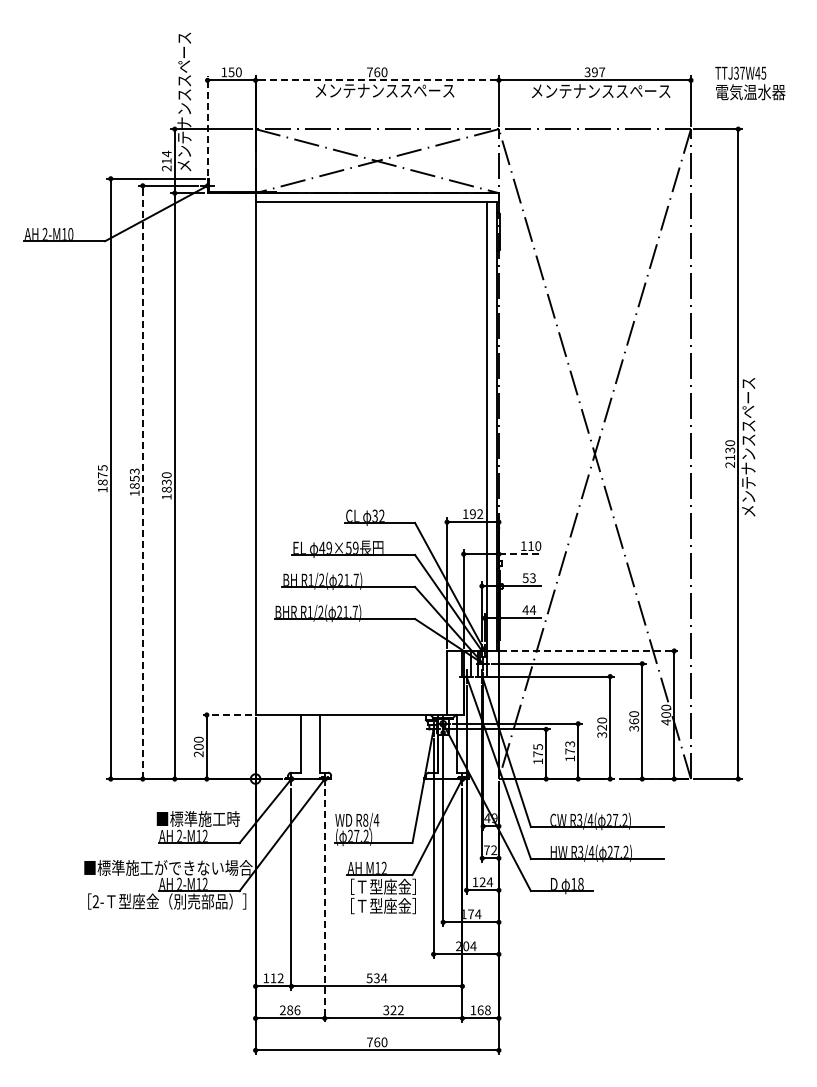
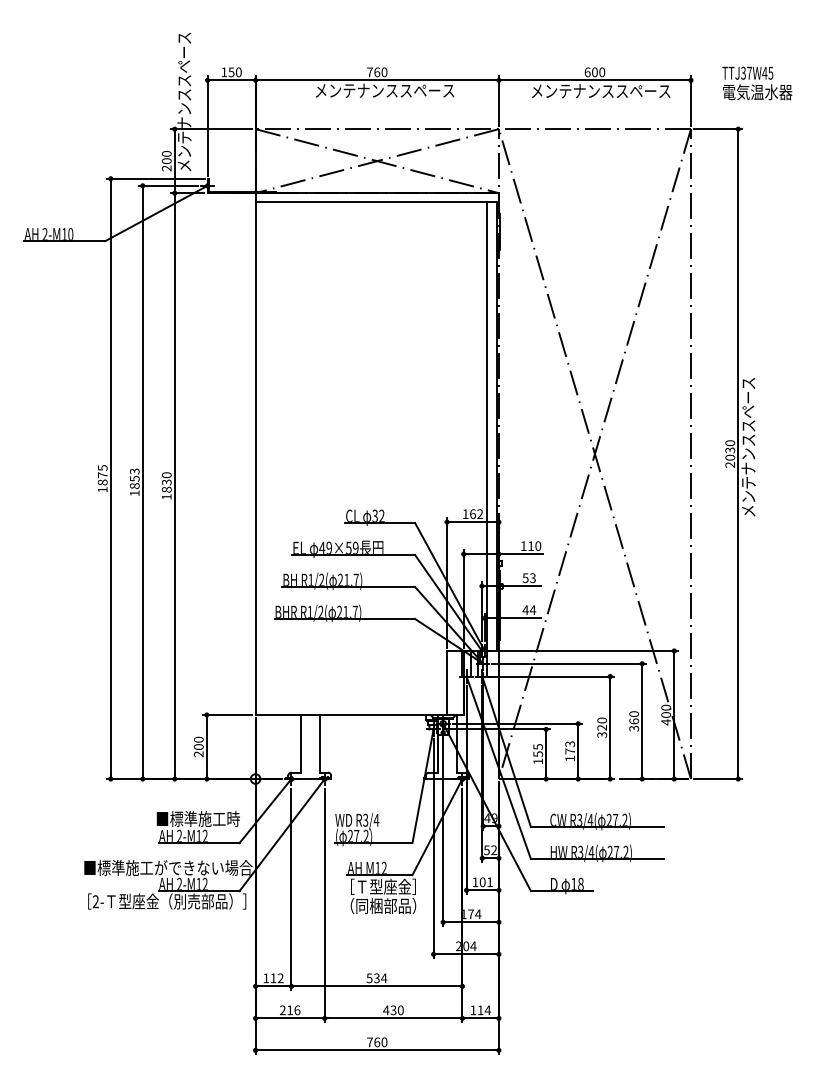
text at (594, 72): 397 -> 600
line at (377, 80): dashed -> solid
text at (750, 83) position: (750, 83) -> (757, 83)
line at (207, 125): dashed -> solid
text at (166, 157): 214 -> 200
text at (730, 457): 2130 -> 2030
line at (142, 482): dashed -> solid
text at (472, 513): 192 -> 162
line at (521, 554): dashed -> solid
line at (589, 650): dashed -> solid
line at (227, 715): dashed -> solid
text at (538, 754): 175 -> 155
text at (365, 820): R8/4 -> R3/4
text at (486, 850): 72 -> 52
text at (486, 882): 124 -> 101
line at (324, 905): dashed -> solid
text at (383, 906): ［Ｔ型座金］ -> （同梱部品）
text at (290, 1010): 286 -> 216
text at (393, 1010): 322 -> 430
text at (484, 1010): 168 -> 114
